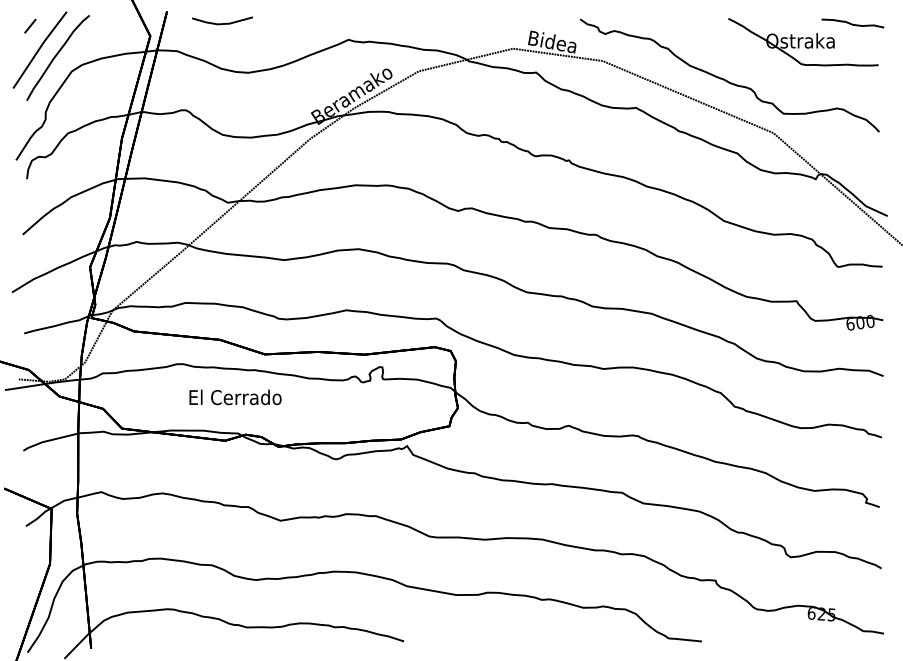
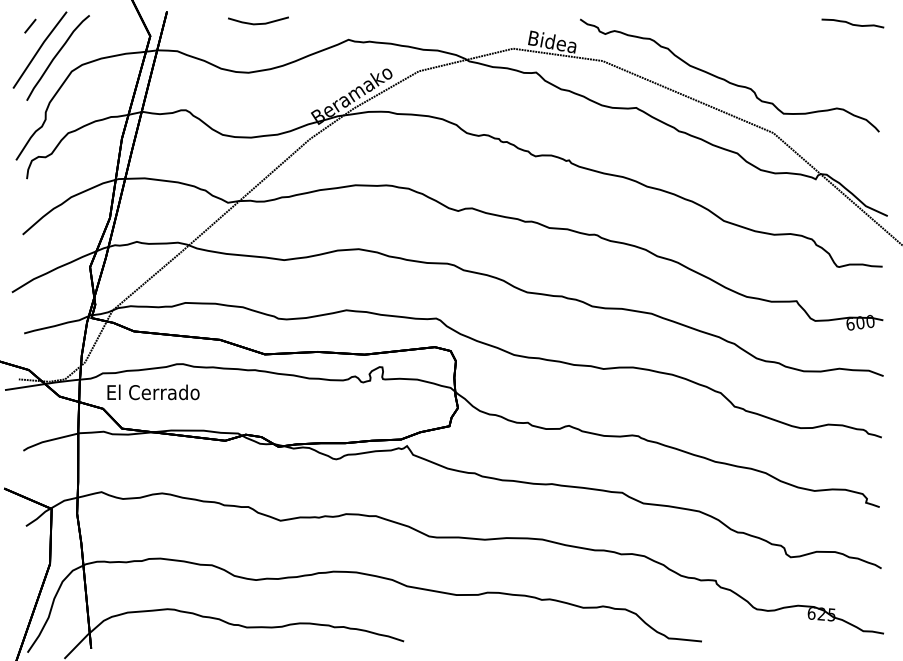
line at (222, 23) position: (222, 23) -> (258, 23)
part at (803, 42): present -> none
text at (235, 397) position: (235, 397) -> (153, 392)
